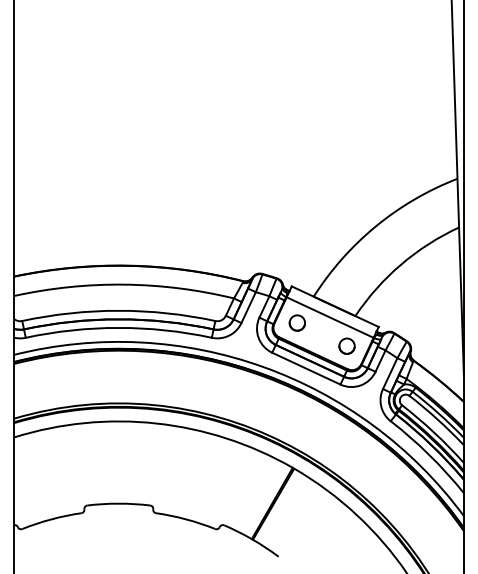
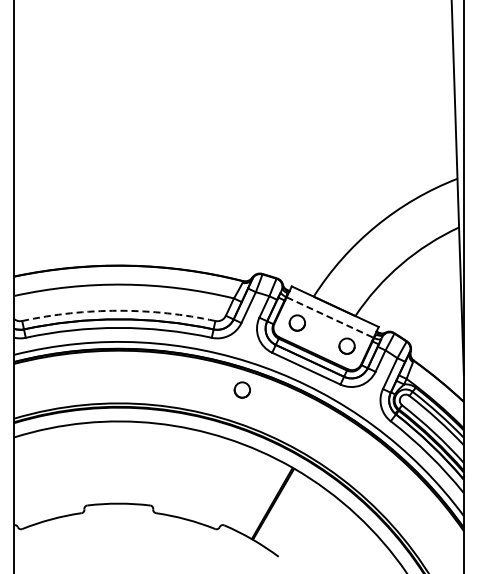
arc at (118, 310): solid -> dashed
line at (330, 317): solid -> dashed
circle at (241, 389): none -> present
